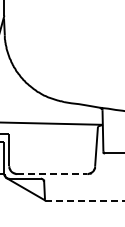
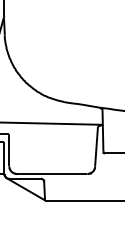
line at (52, 174): dashed -> solid
line at (85, 201): dashed -> solid
